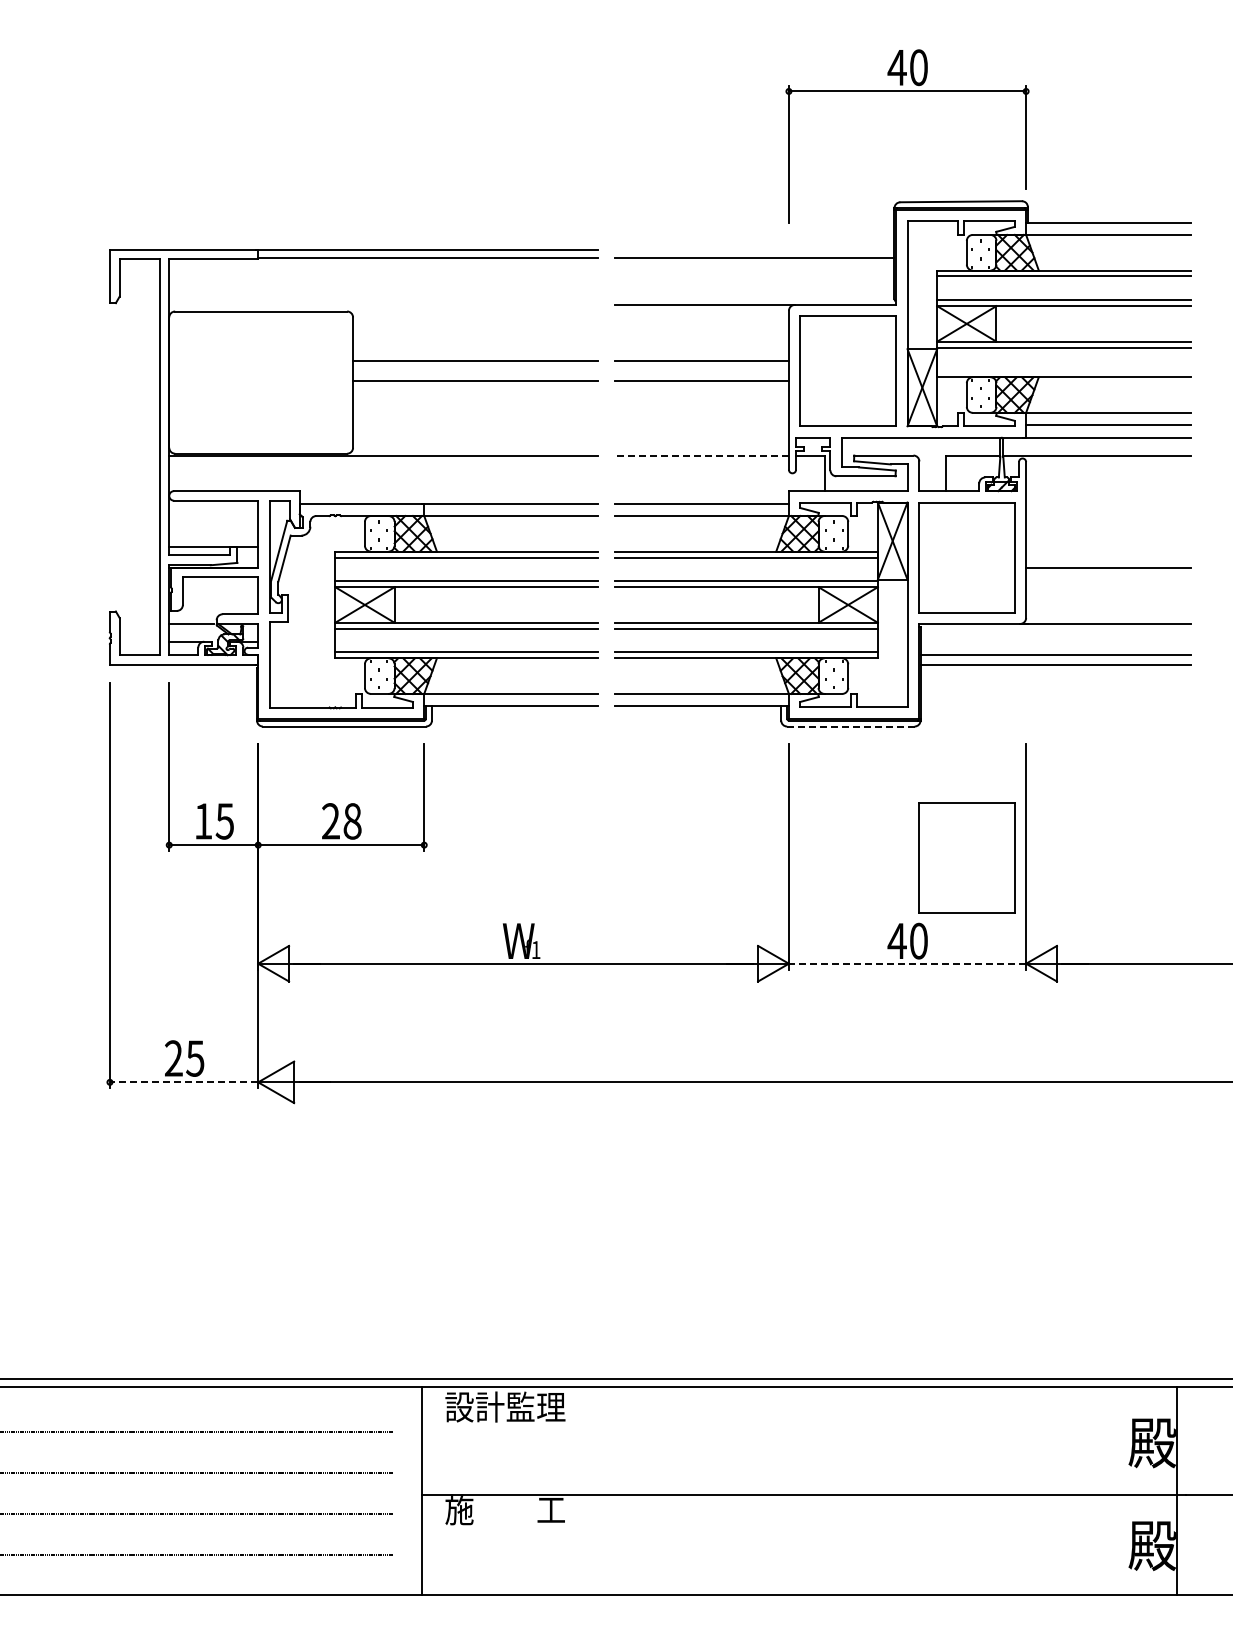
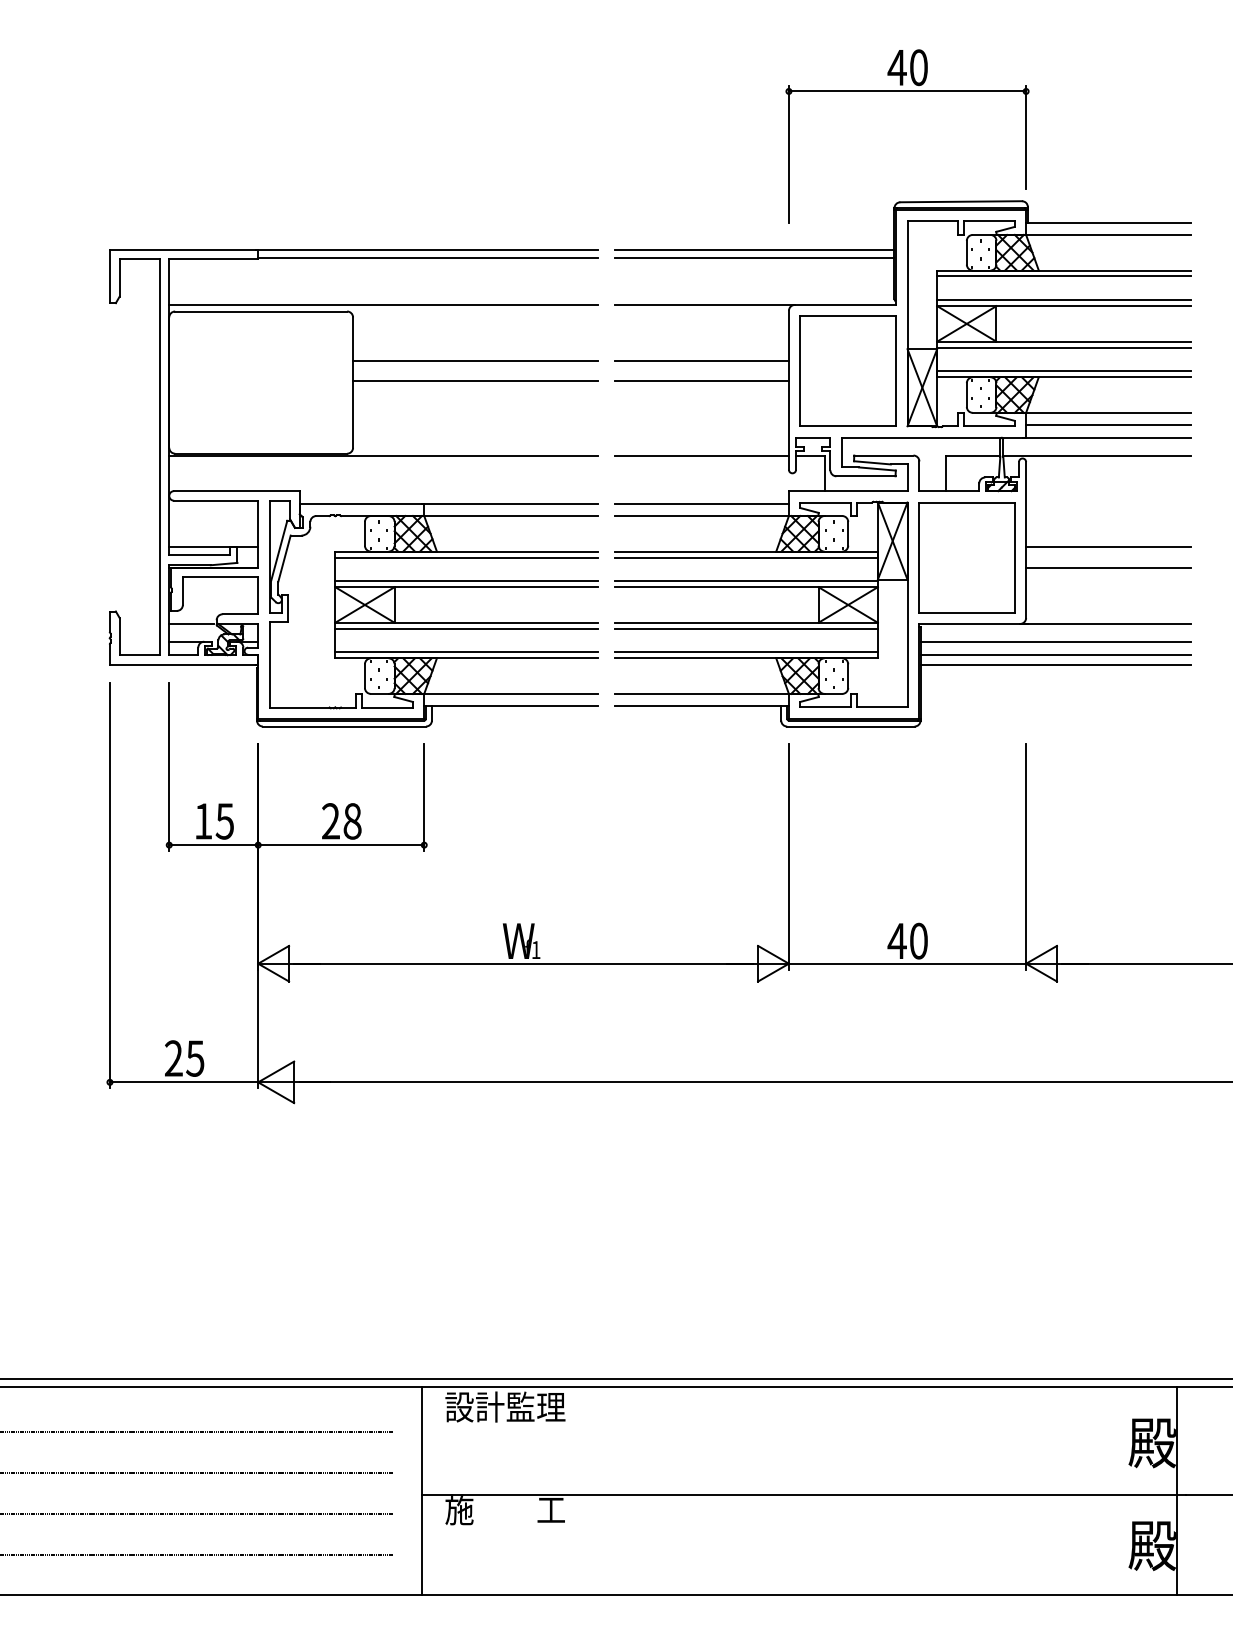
line at (754, 249): none -> present
line at (383, 304): none -> present
line at (1063, 371): none -> present
line at (702, 455): dashed -> solid
line at (1108, 547): none -> present
line at (1055, 641): none -> present
line at (850, 726): dashed -> solid
part at (966, 857): present -> none
line at (907, 963): dashed -> solid
line at (183, 1082): dashed -> solid
